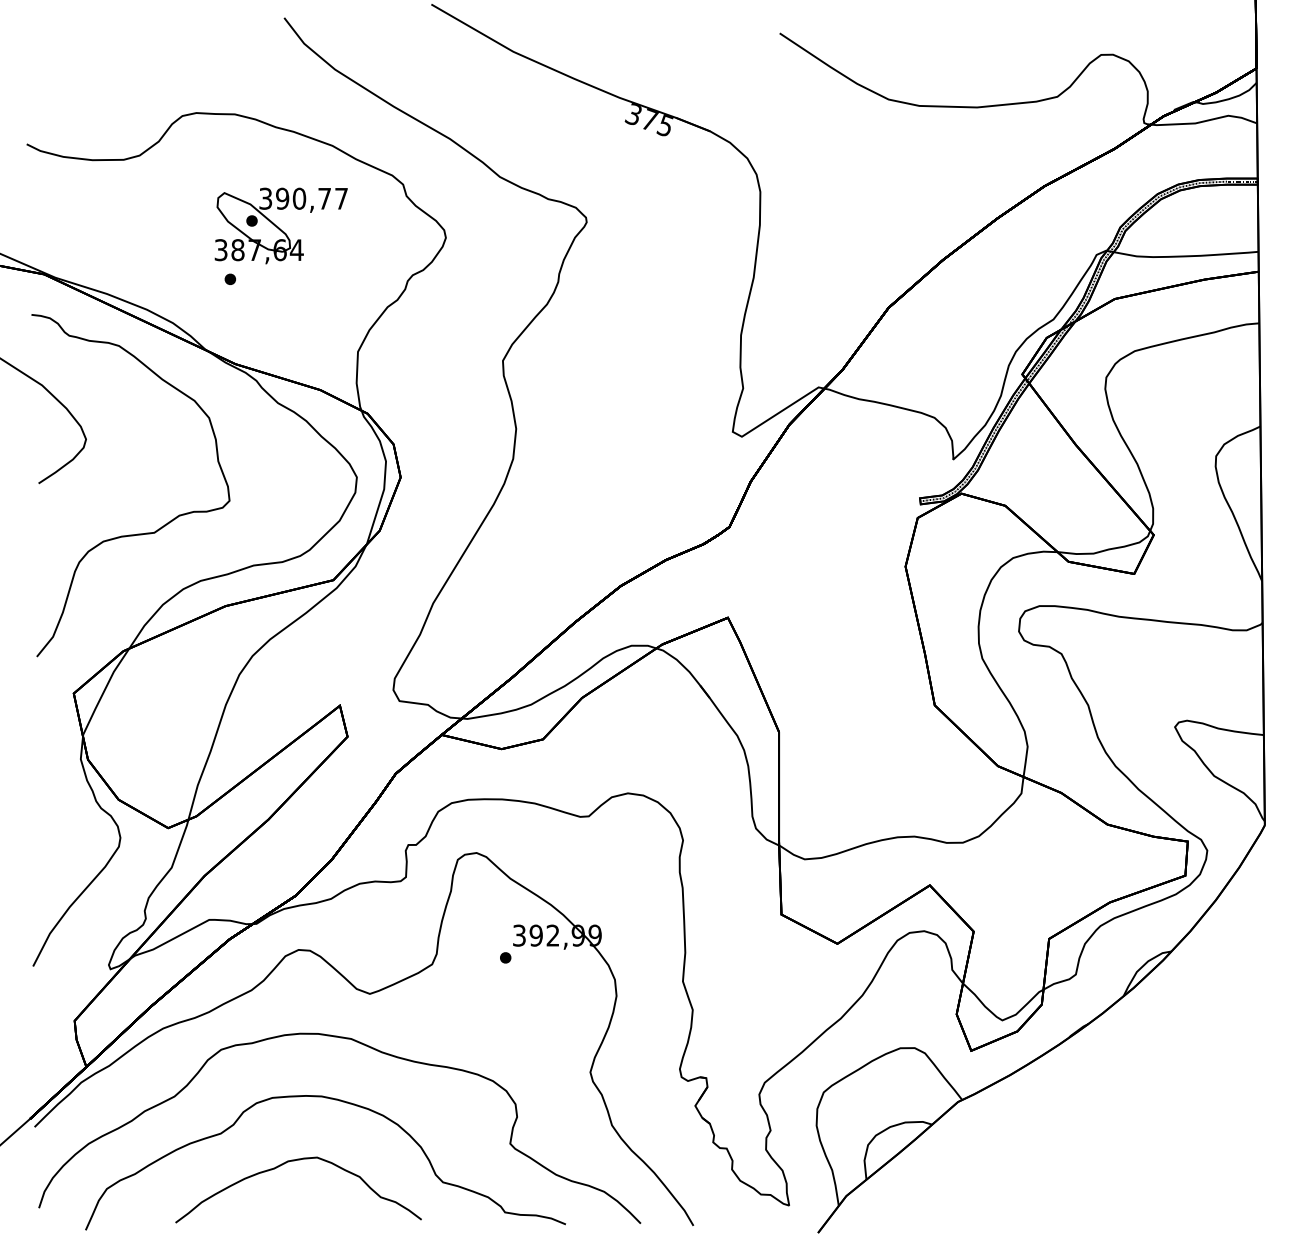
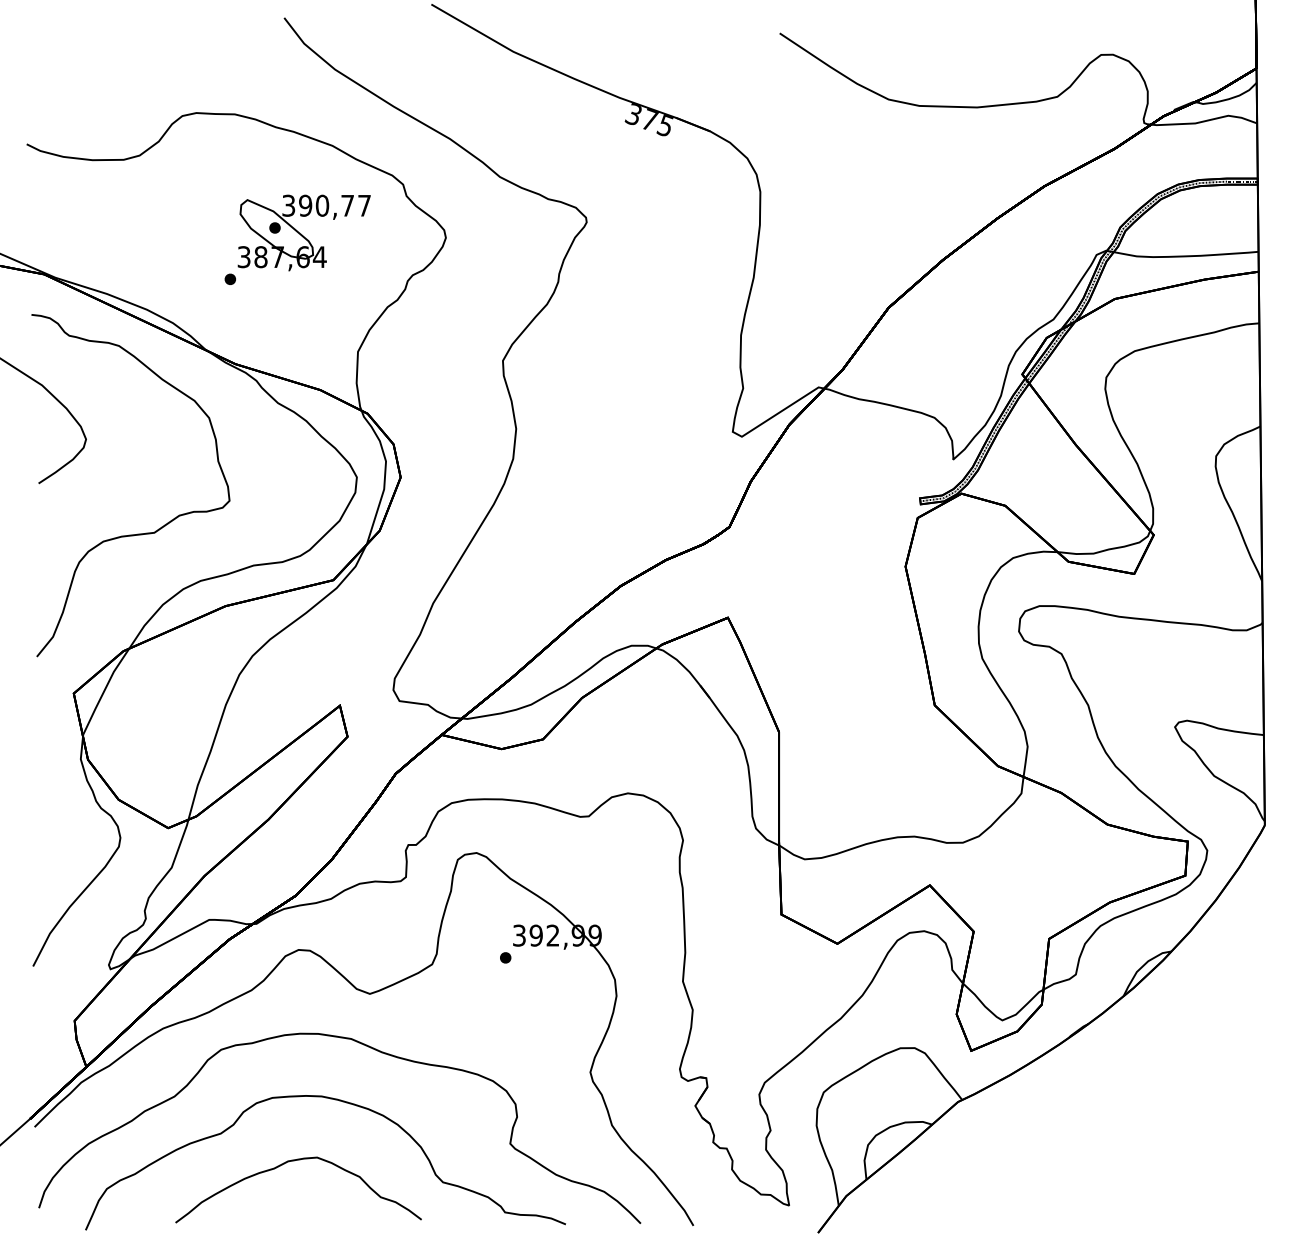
part at (280, 225) position: (280, 225) -> (303, 232)
